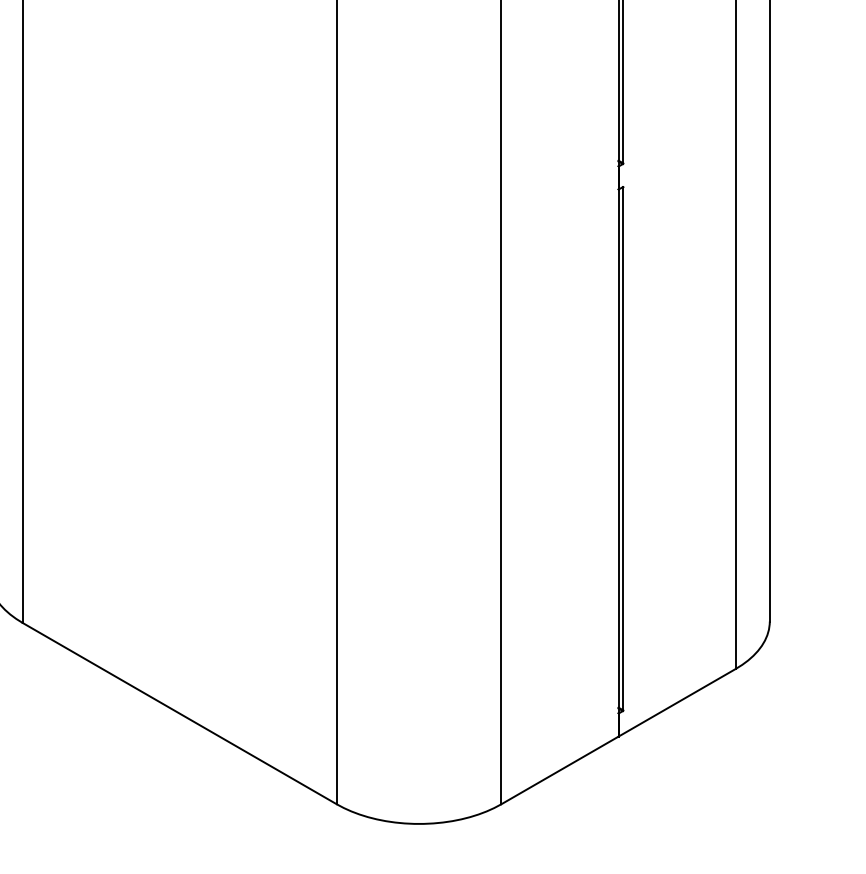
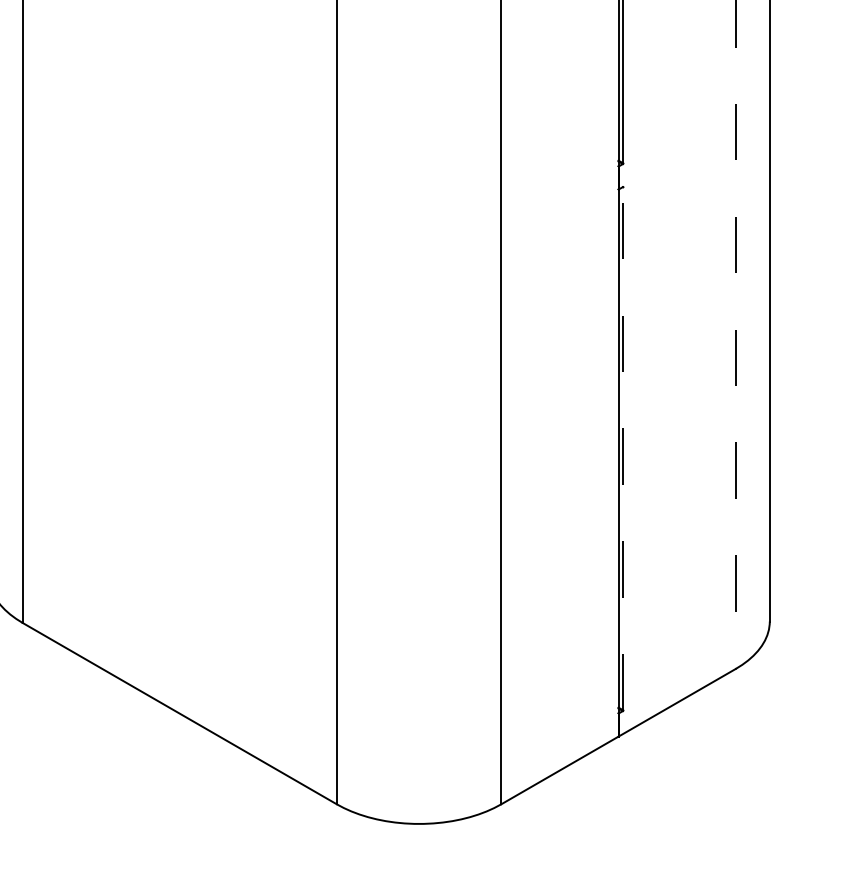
line at (735, 335): solid -> dashed
line at (623, 448): solid -> dashed
